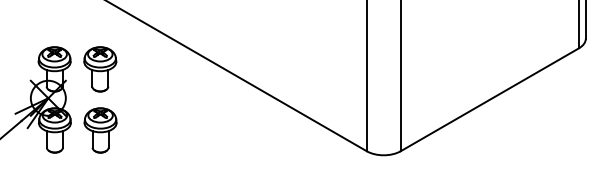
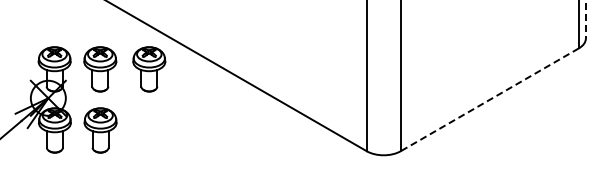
line at (585, 19): solid -> dashed
part at (149, 69): none -> present
line at (489, 99): solid -> dashed
